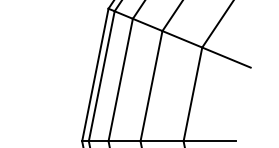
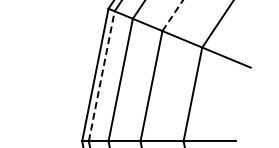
line at (172, 15): solid -> dashed
line at (101, 75): solid -> dashed
